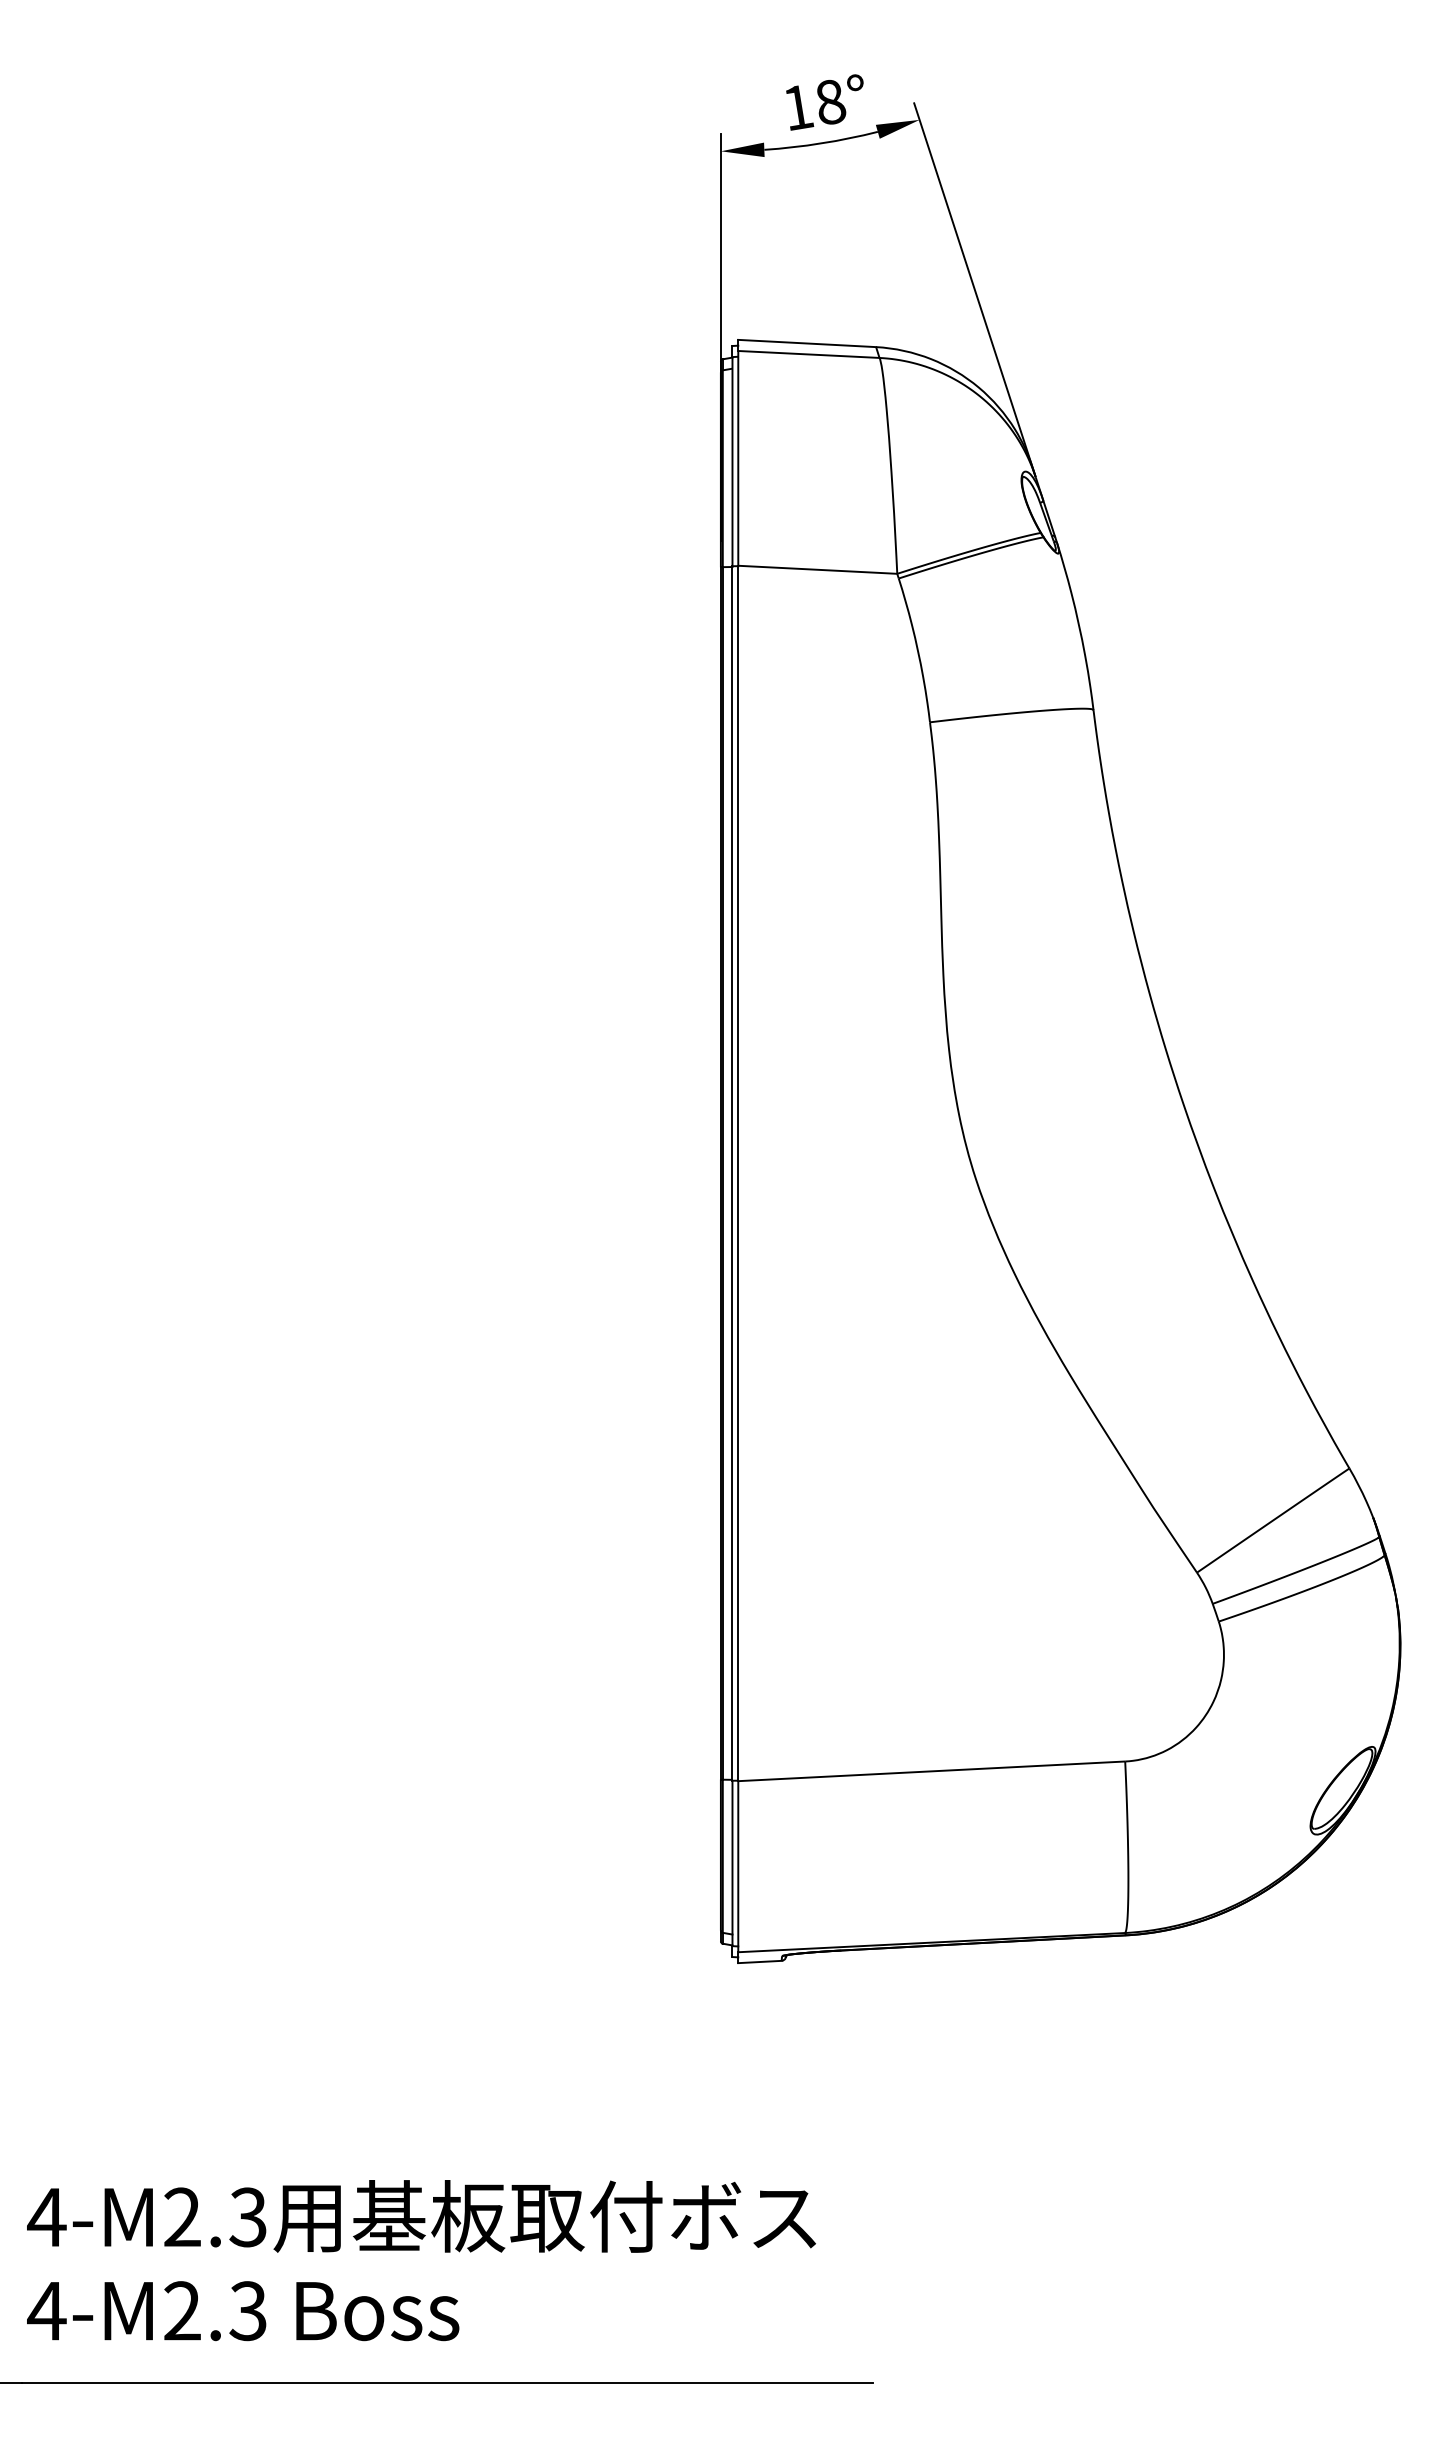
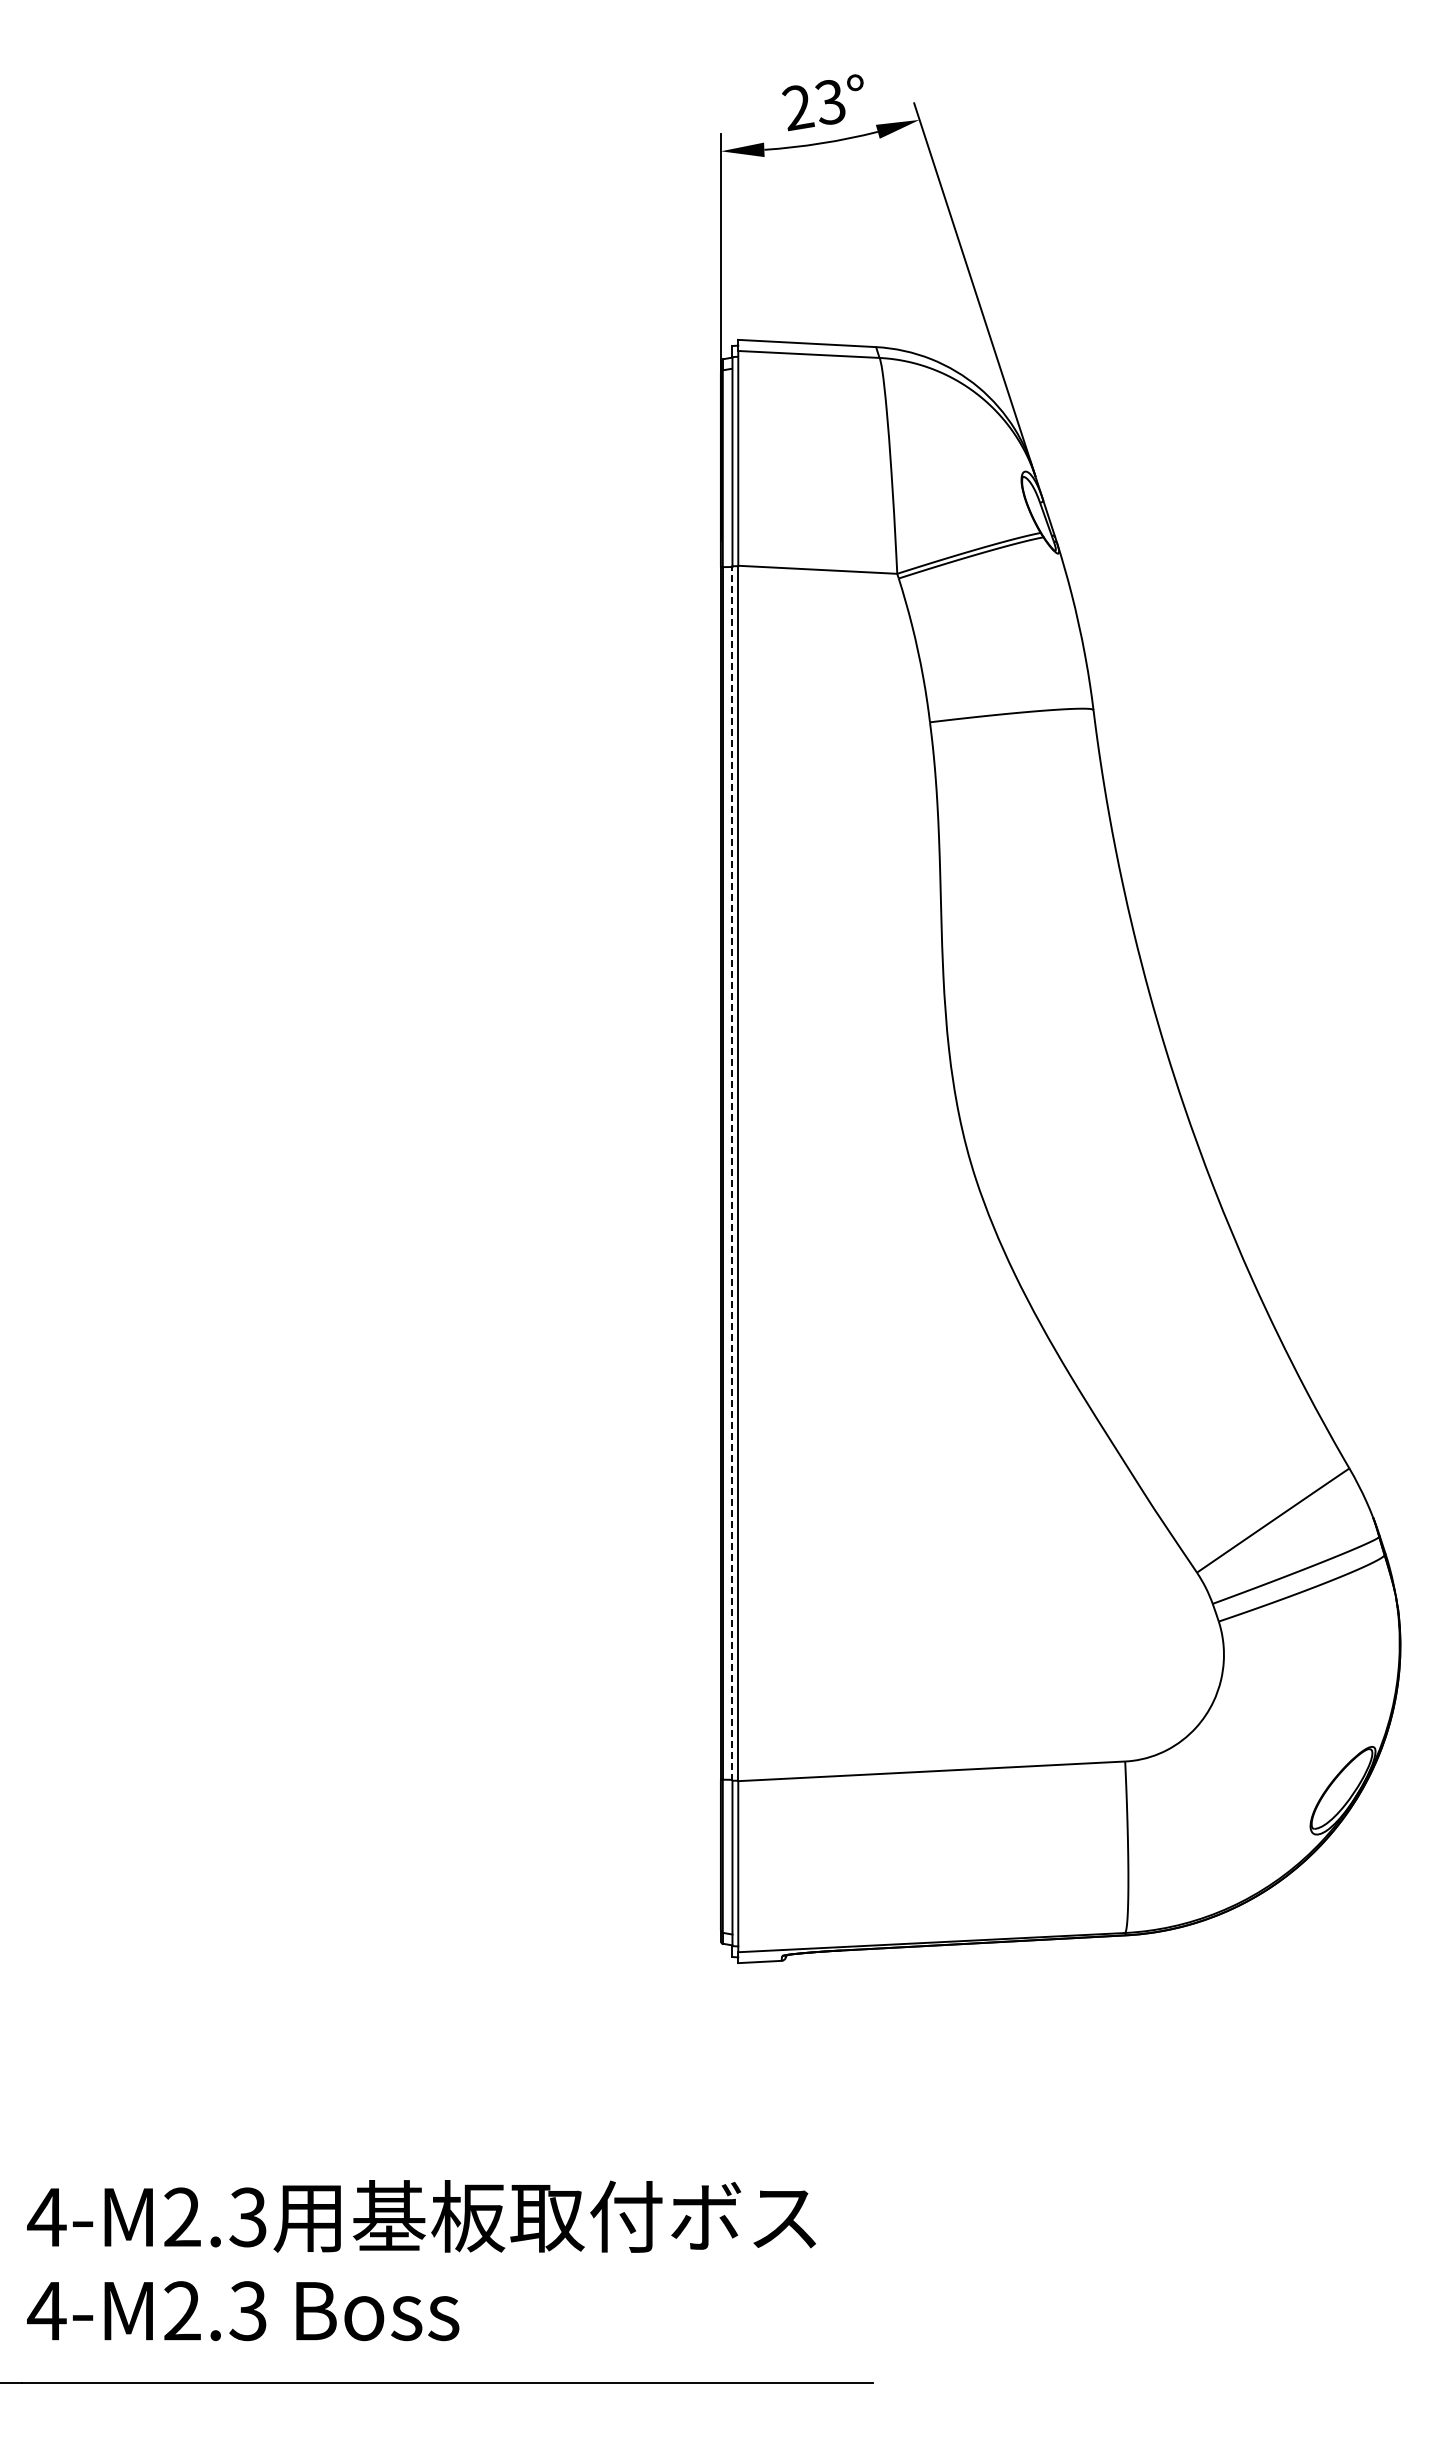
text at (814, 105): 18° -> 23°
line at (732, 1172): solid -> dashed
